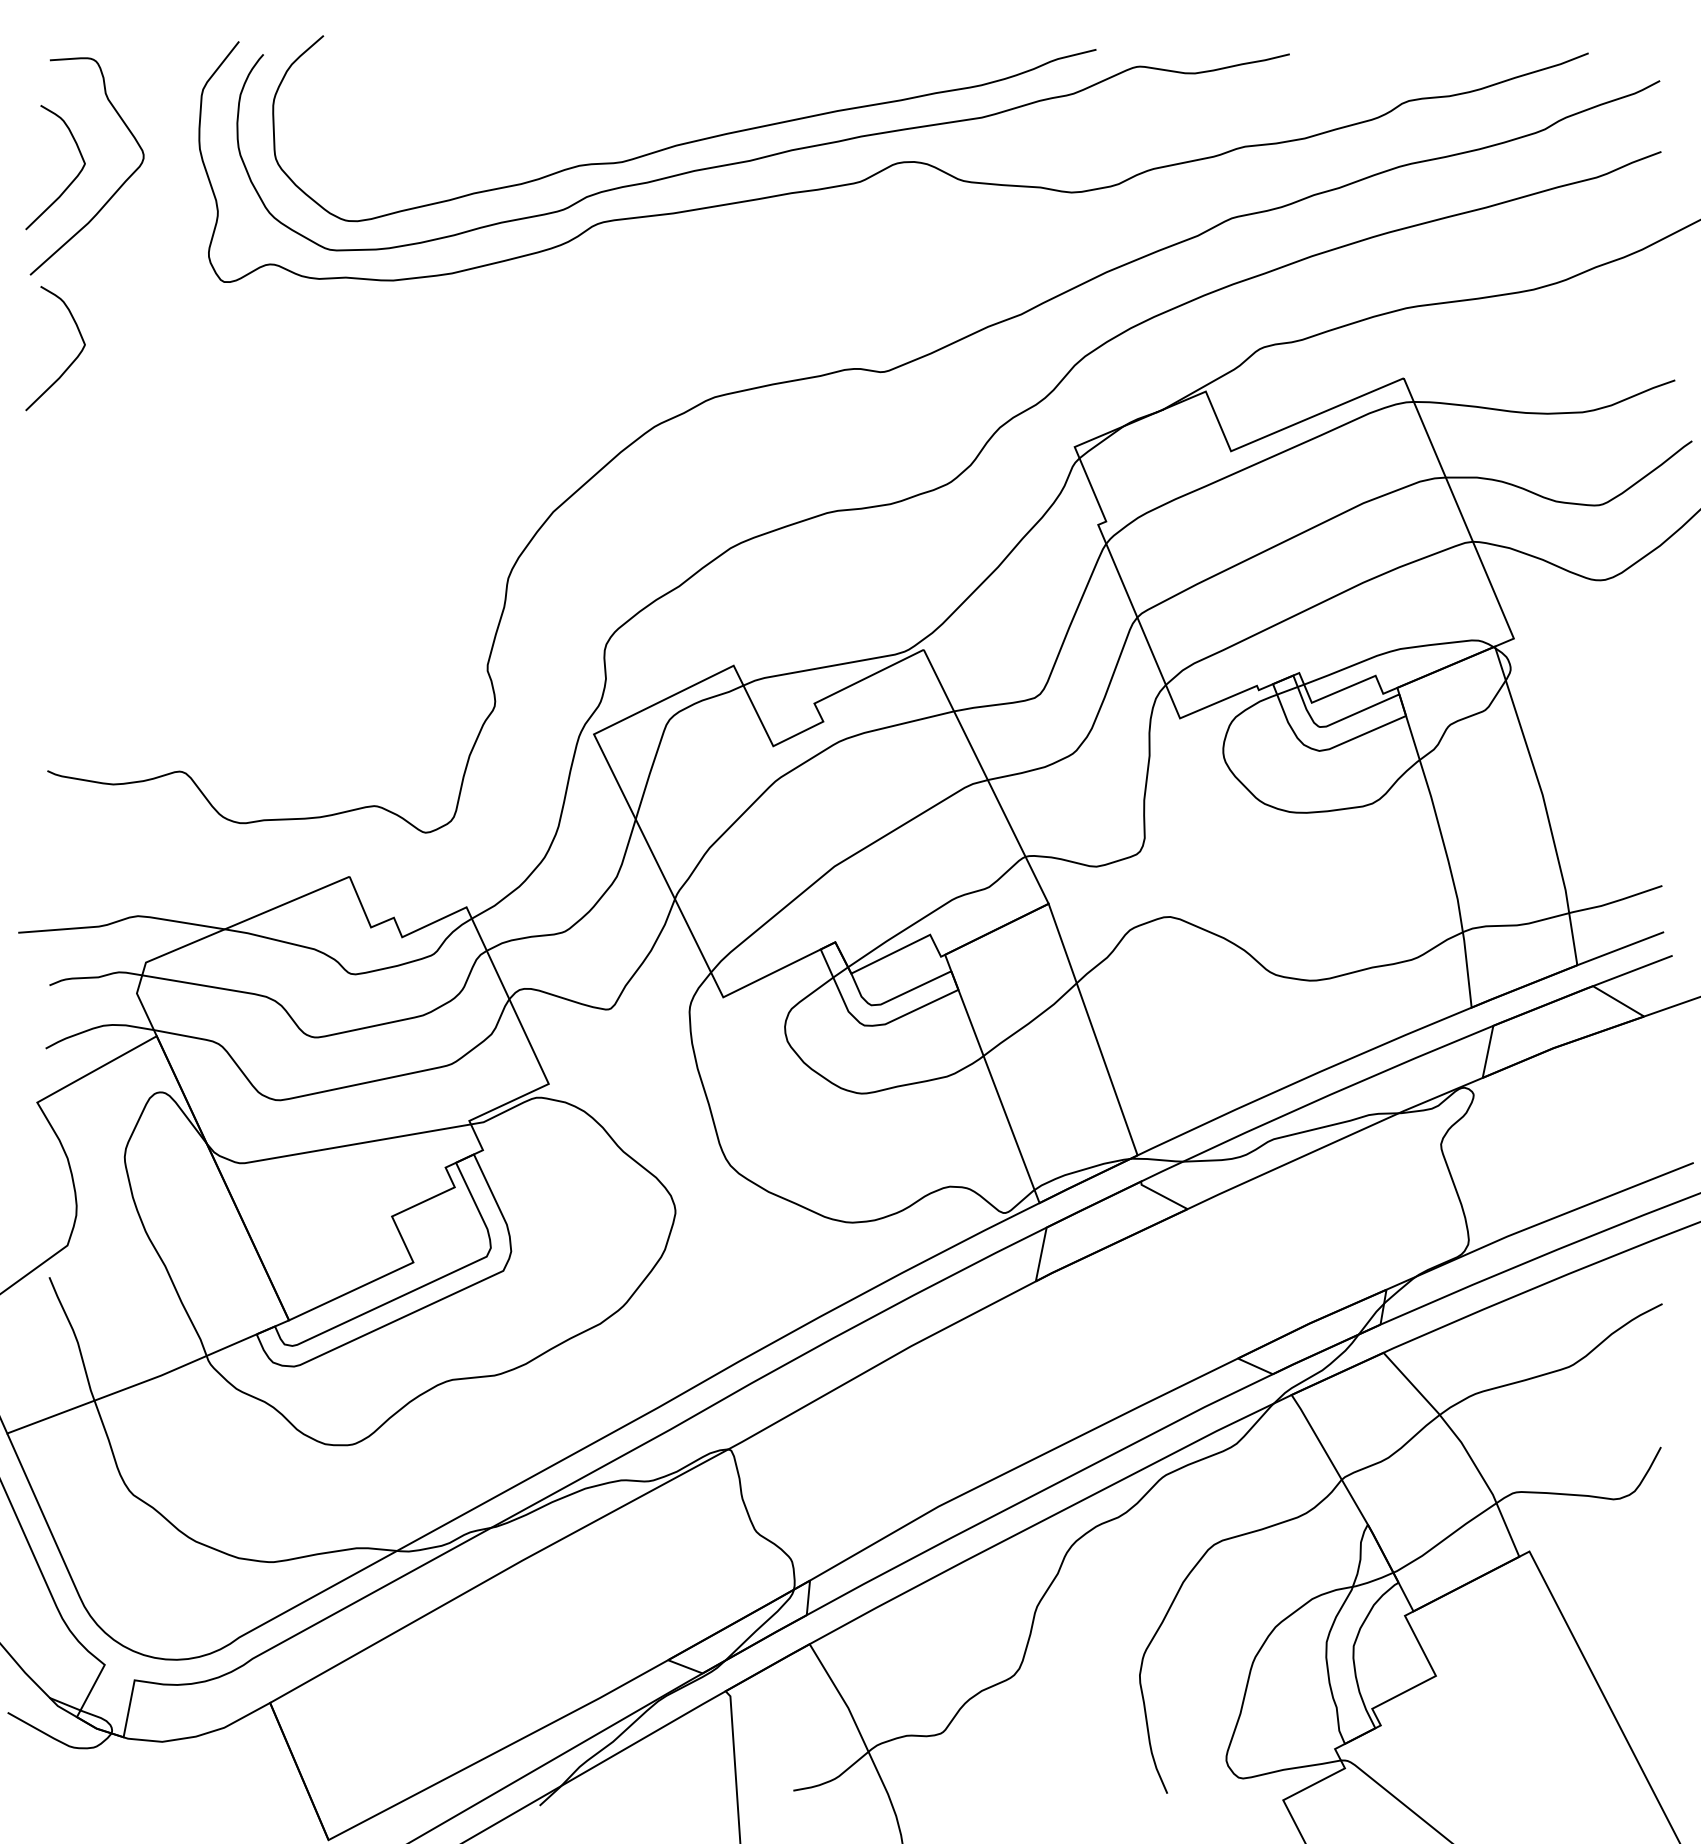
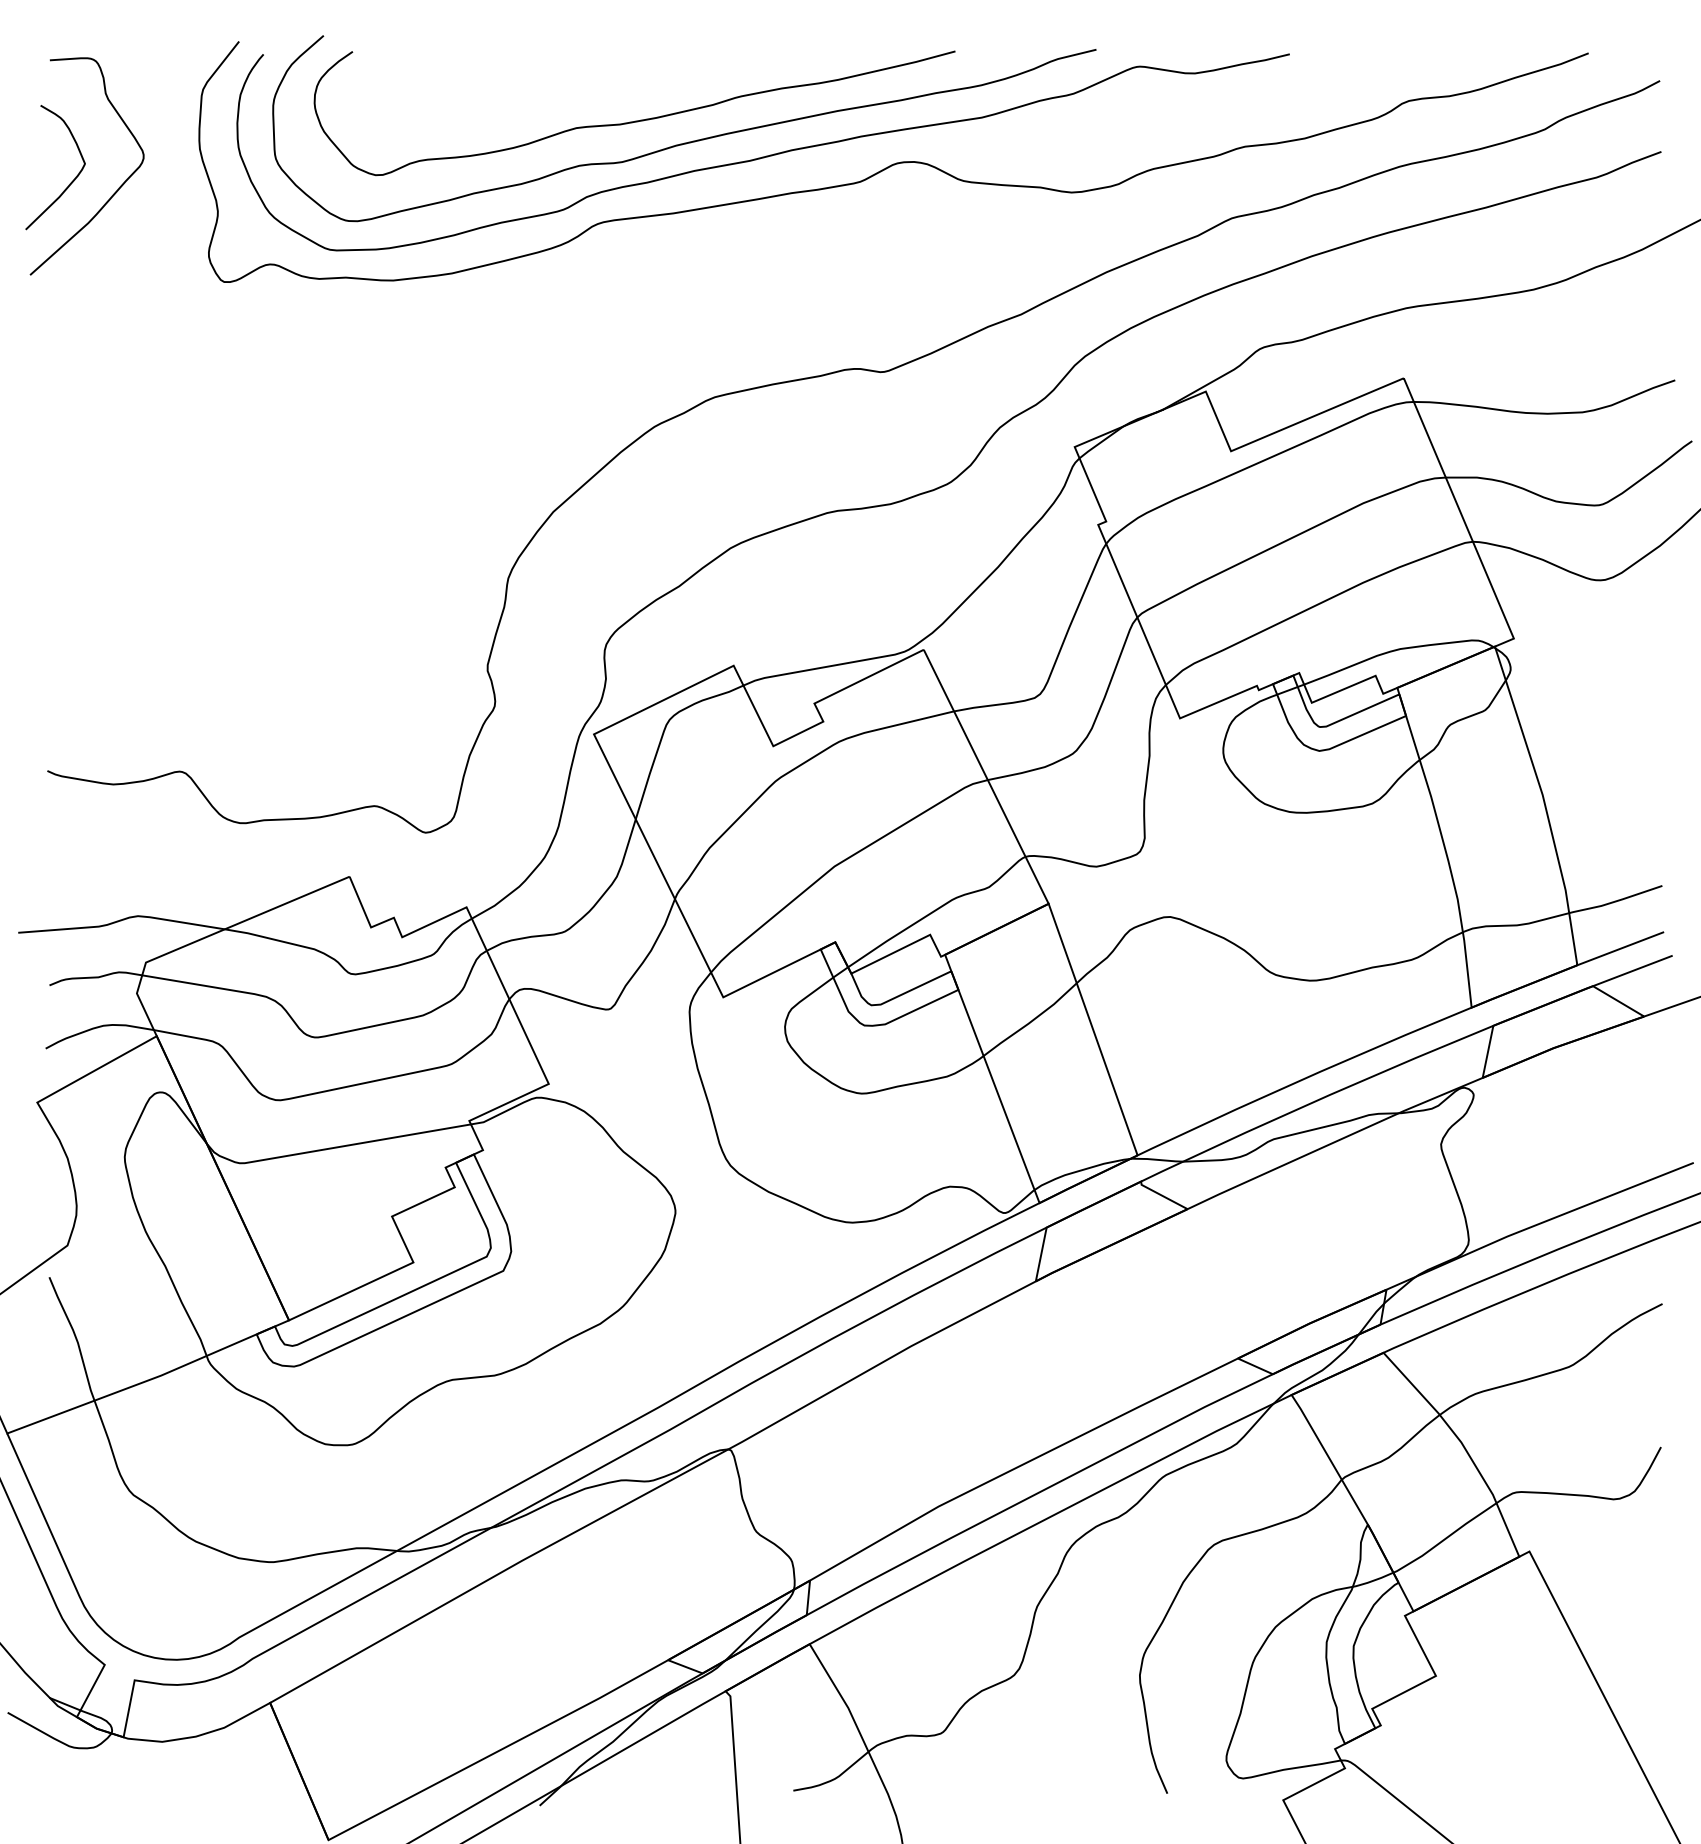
curve at (635, 120): none -> present
curve at (70, 363): present -> none
